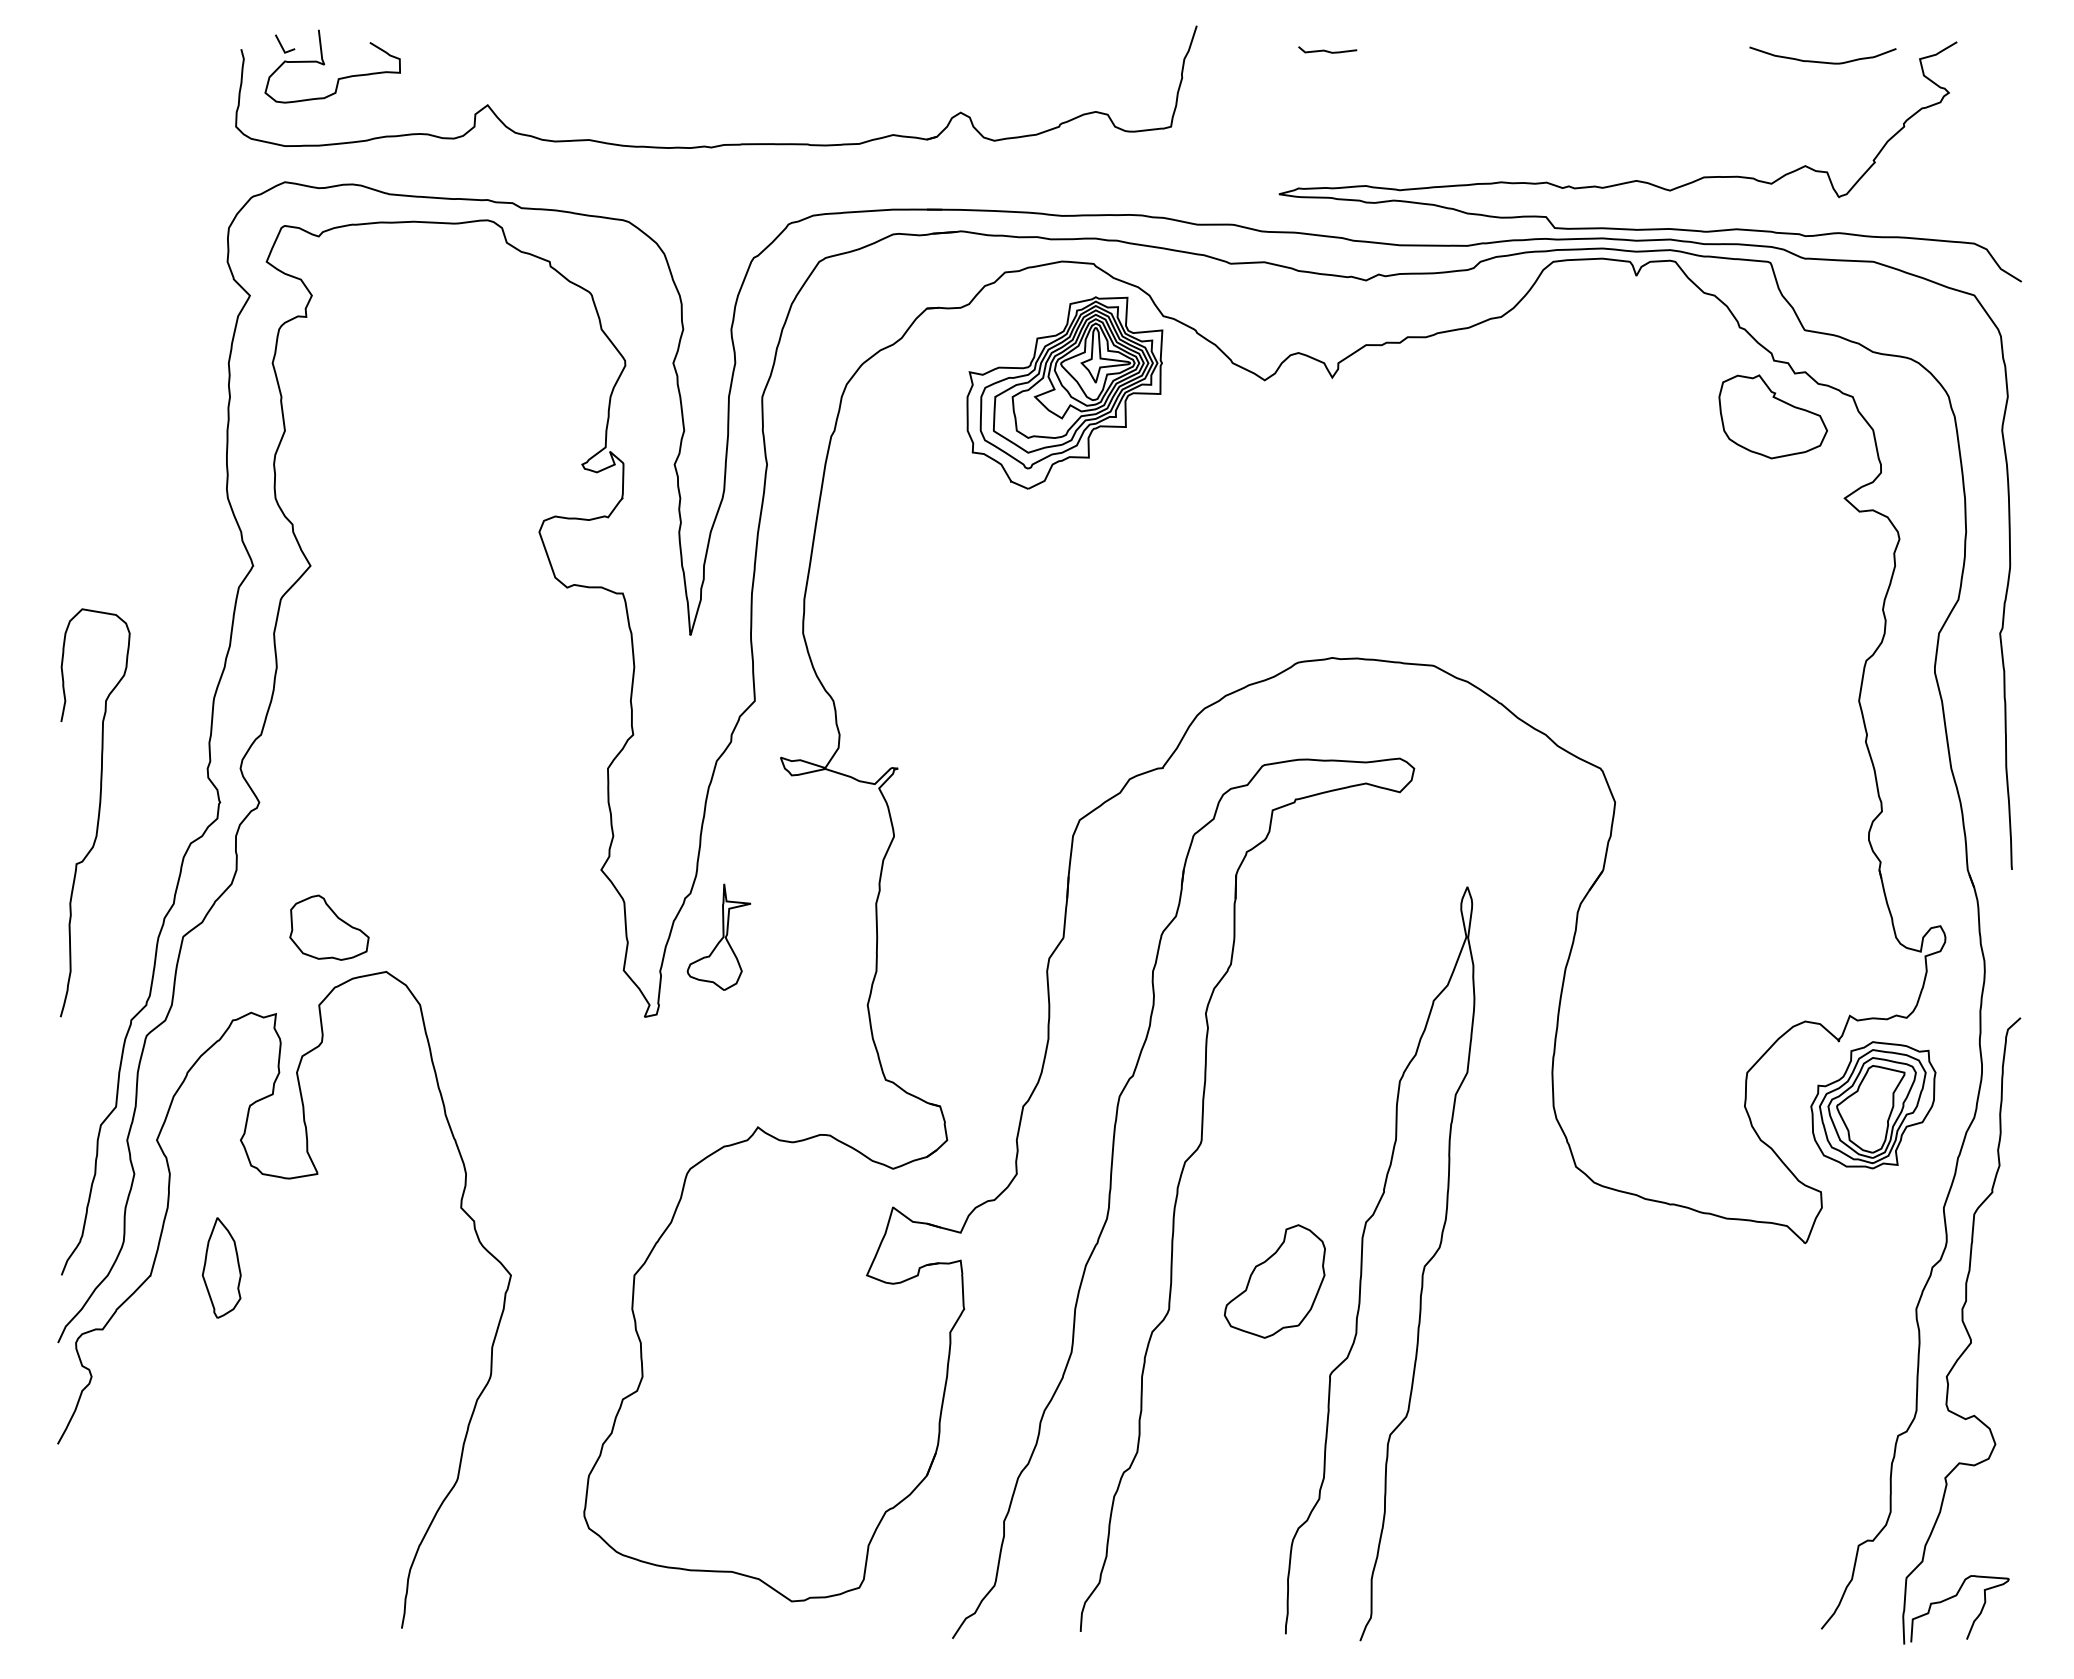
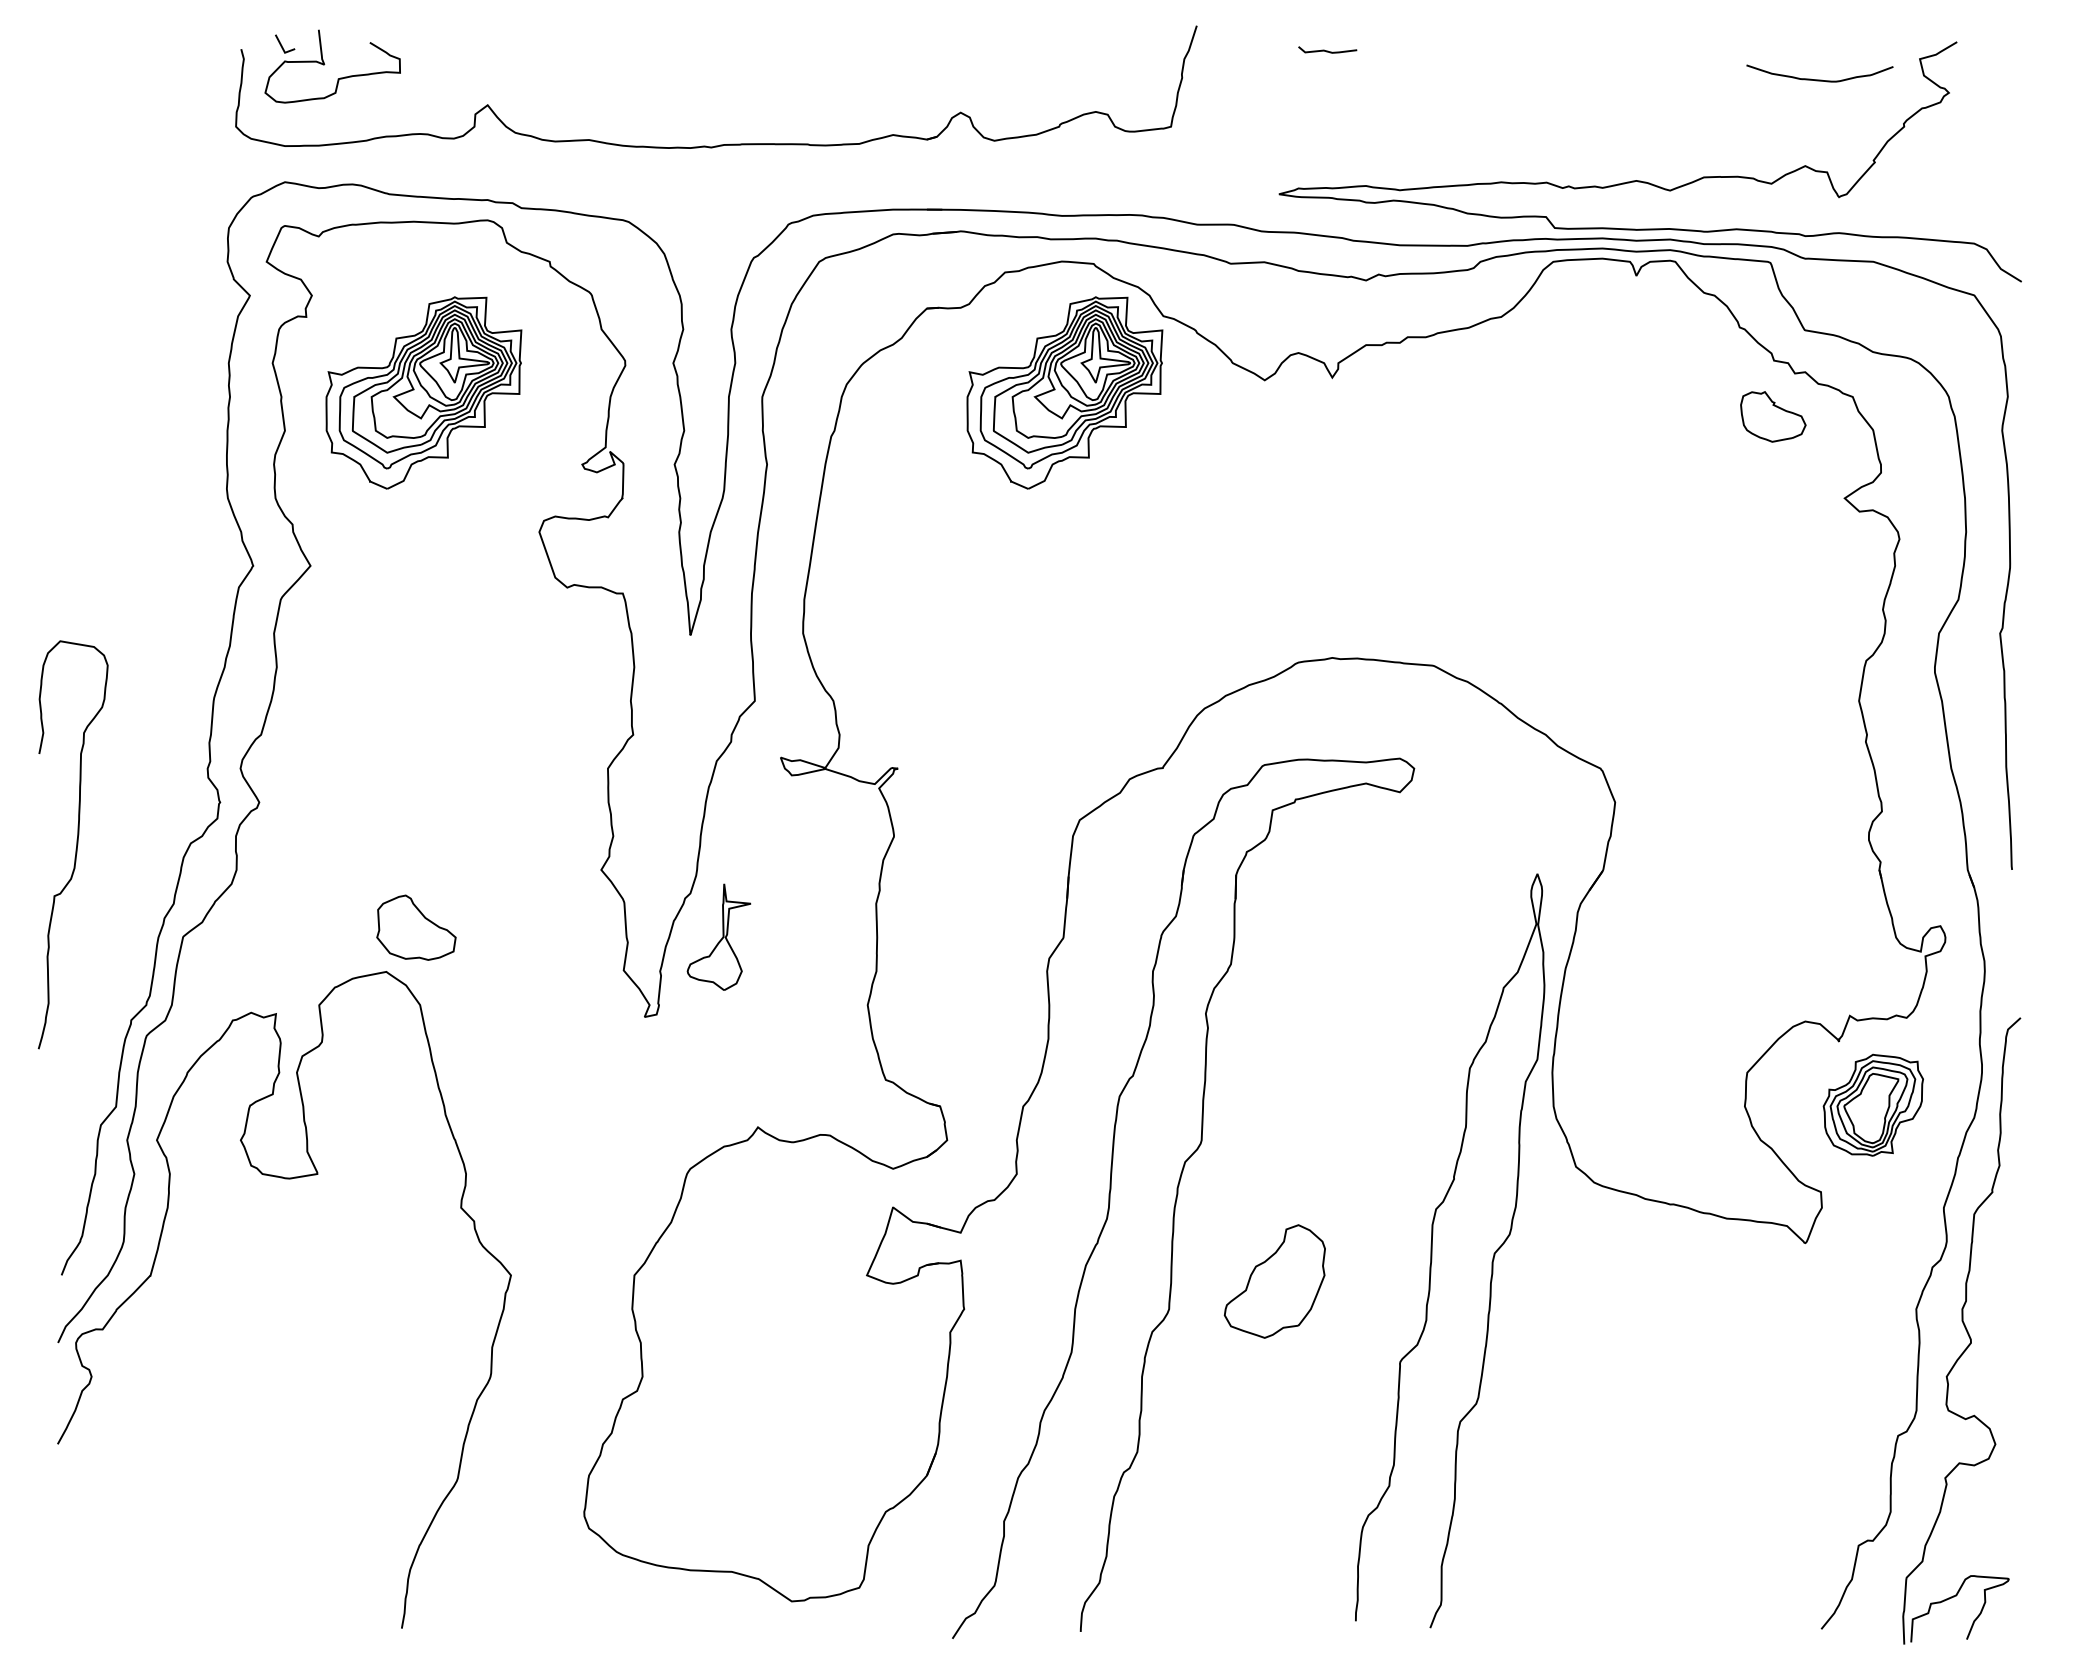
curve at (1822, 61) position: (1822, 61) -> (1819, 79)
part at (423, 392): none -> present
part at (1773, 416) size: 111x86 px -> 67x52 px
curve at (98, 812) position: (98, 812) -> (76, 844)
part at (329, 927) position: (329, 927) -> (416, 927)
part at (1873, 1105) size: 127x129 px -> 102x104 px
curve at (1362, 1263) position: (1362, 1263) -> (1432, 1250)
part at (221, 1267): present -> none
